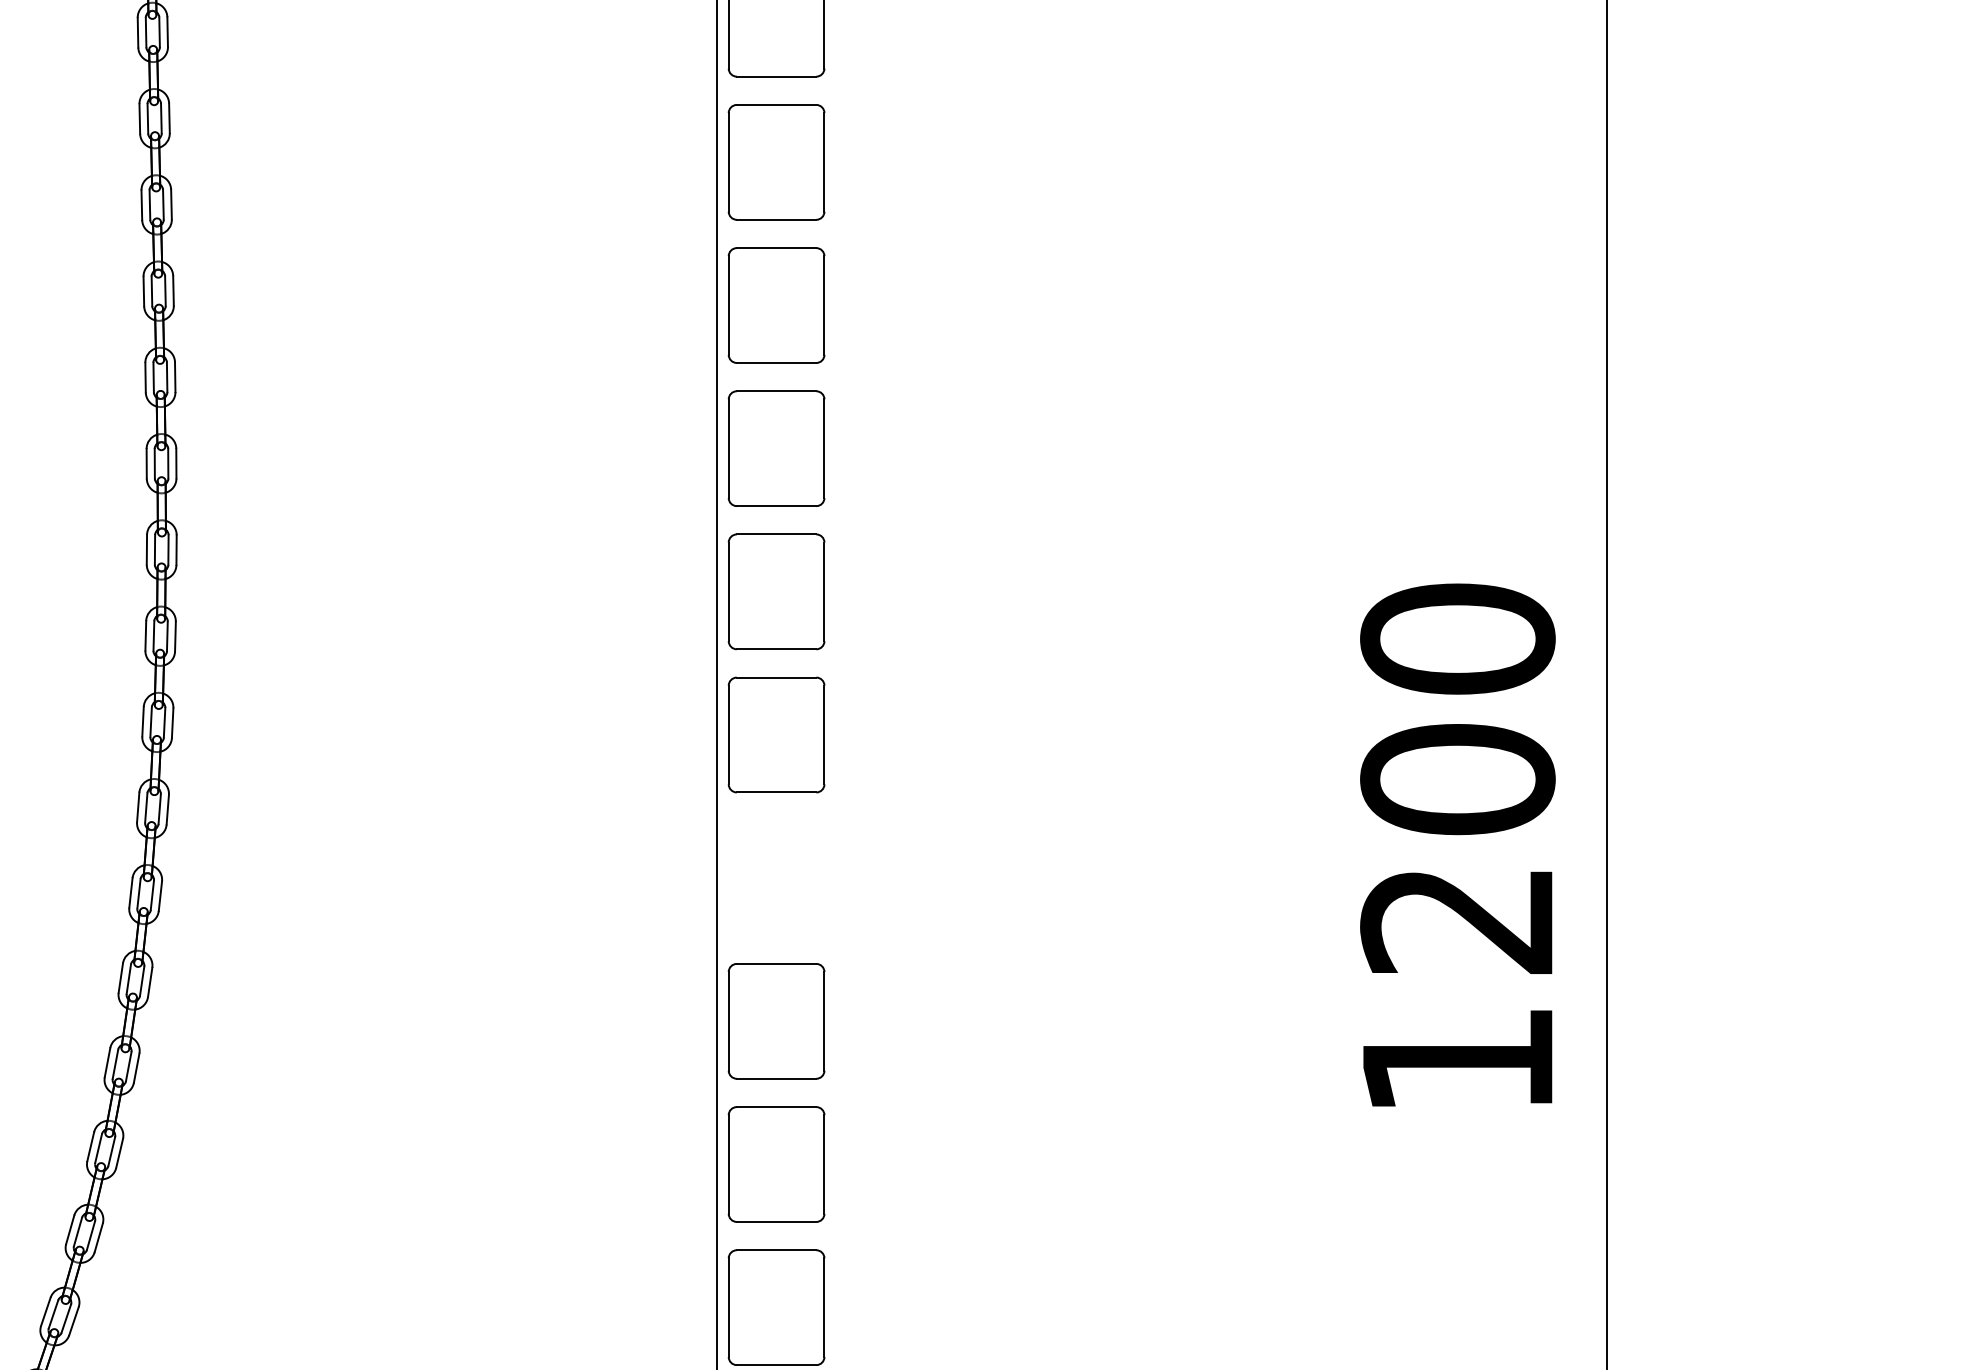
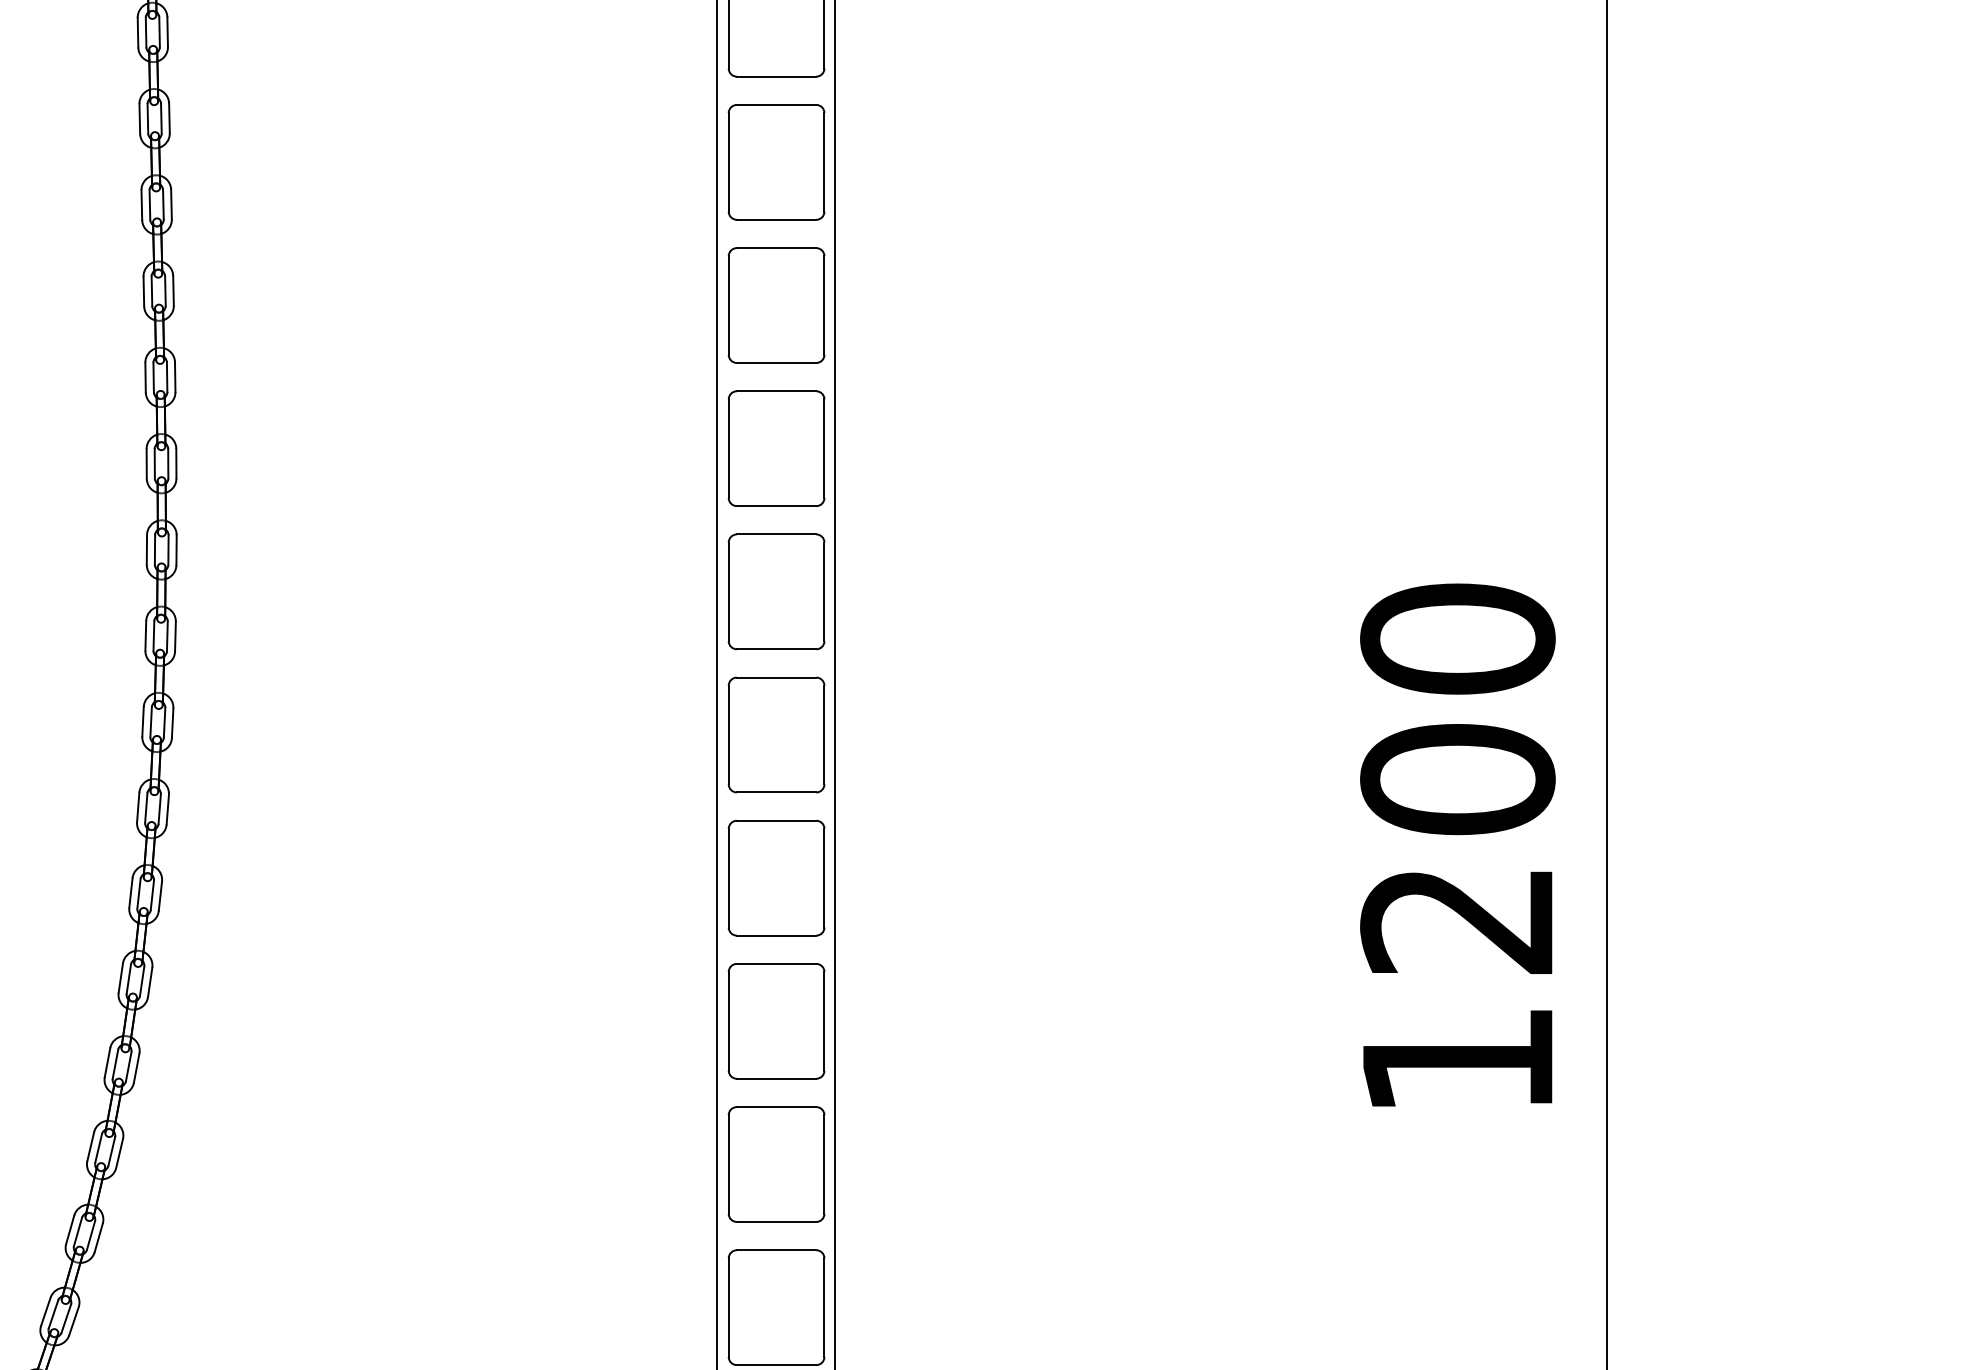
line at (835, 684): none -> present
part at (776, 877): none -> present
